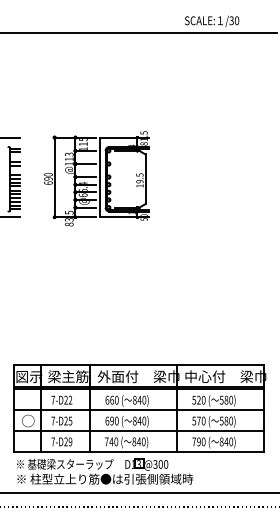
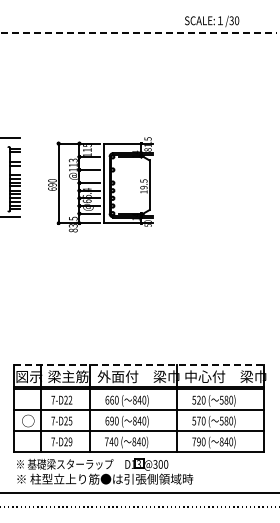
line at (139, 32): solid -> dashed
part at (96, 178) position: (96, 178) -> (100, 184)
line at (139, 364): solid -> dashed
